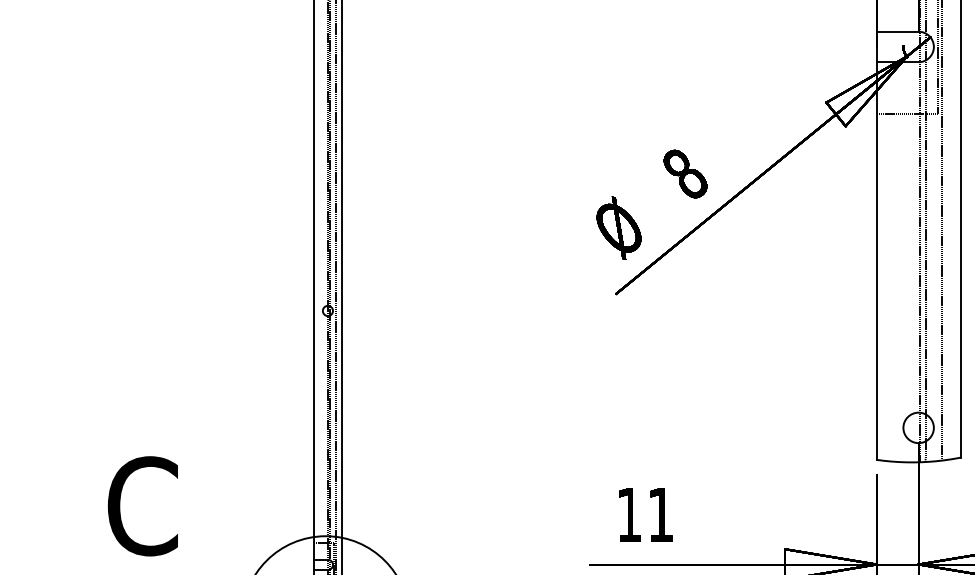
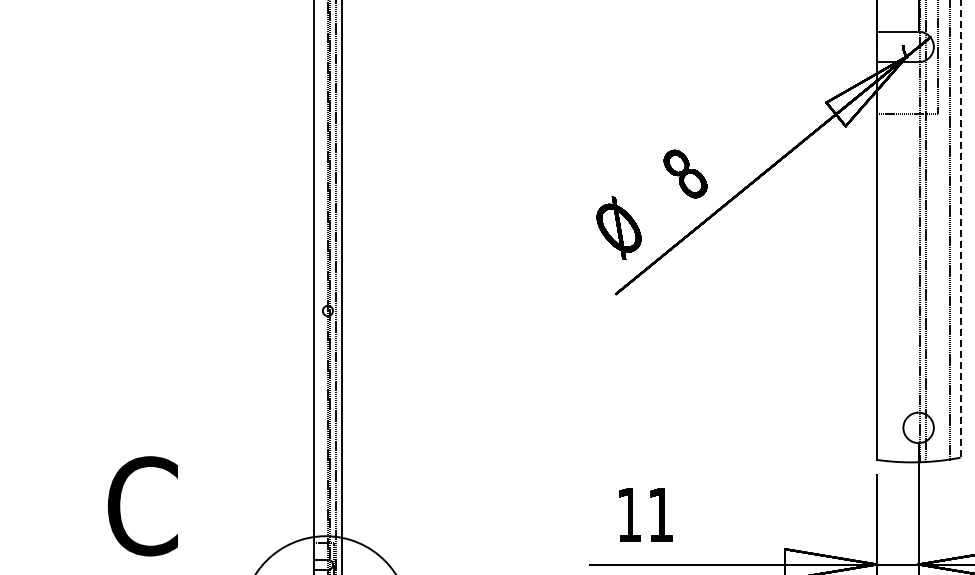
line at (960, 229): solid -> dashed
line at (941, 231) position: (941, 231) -> (949, 231)
